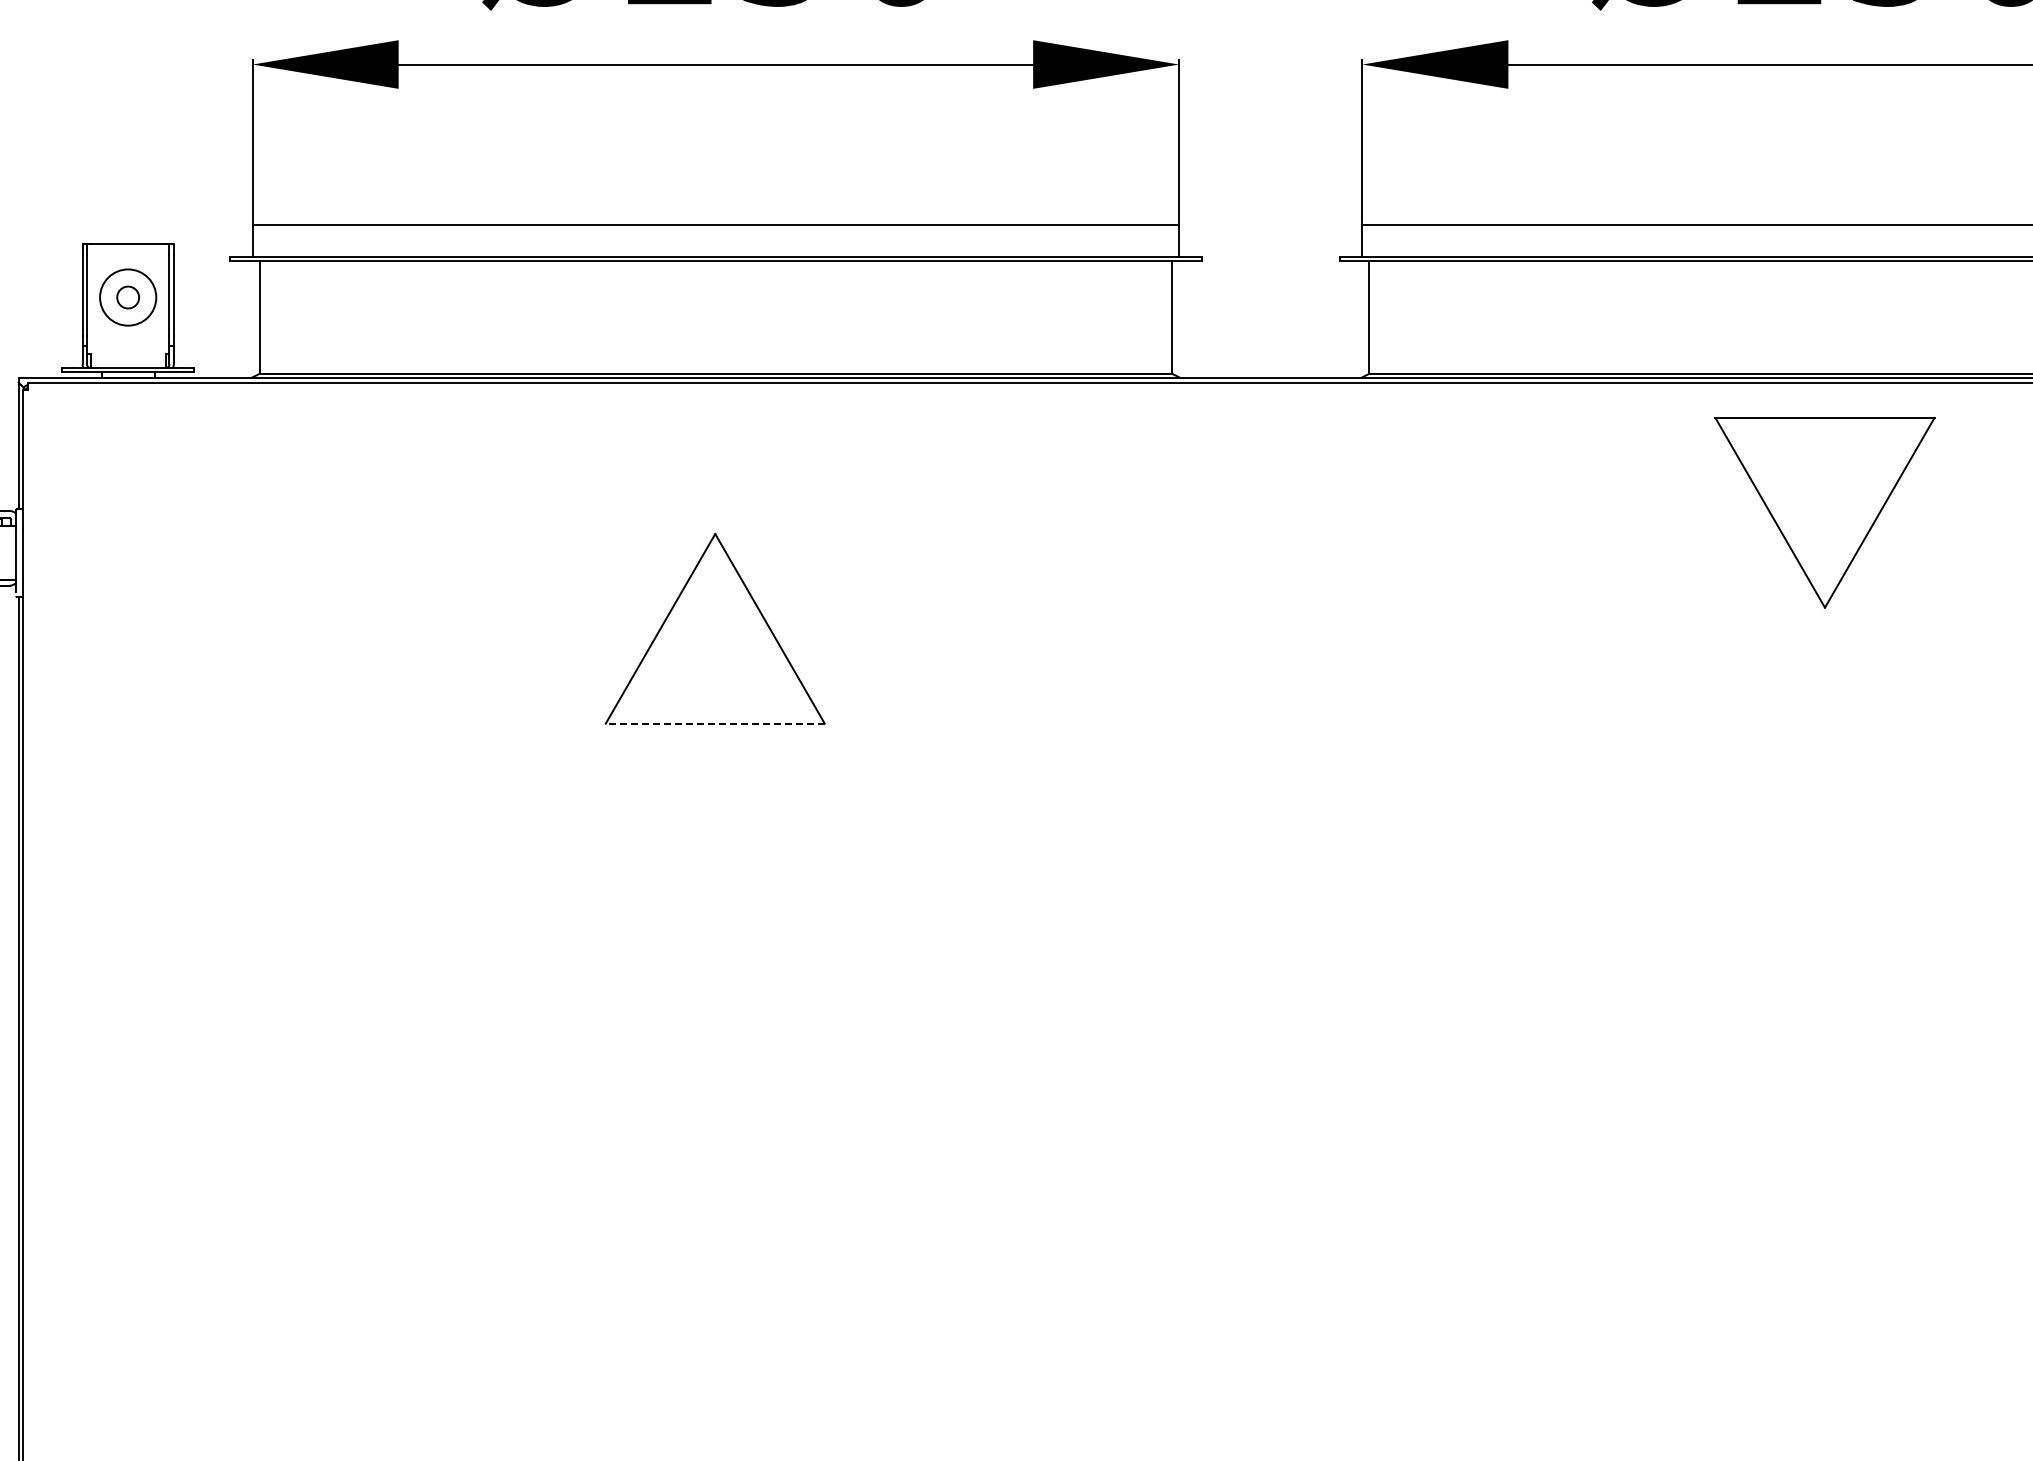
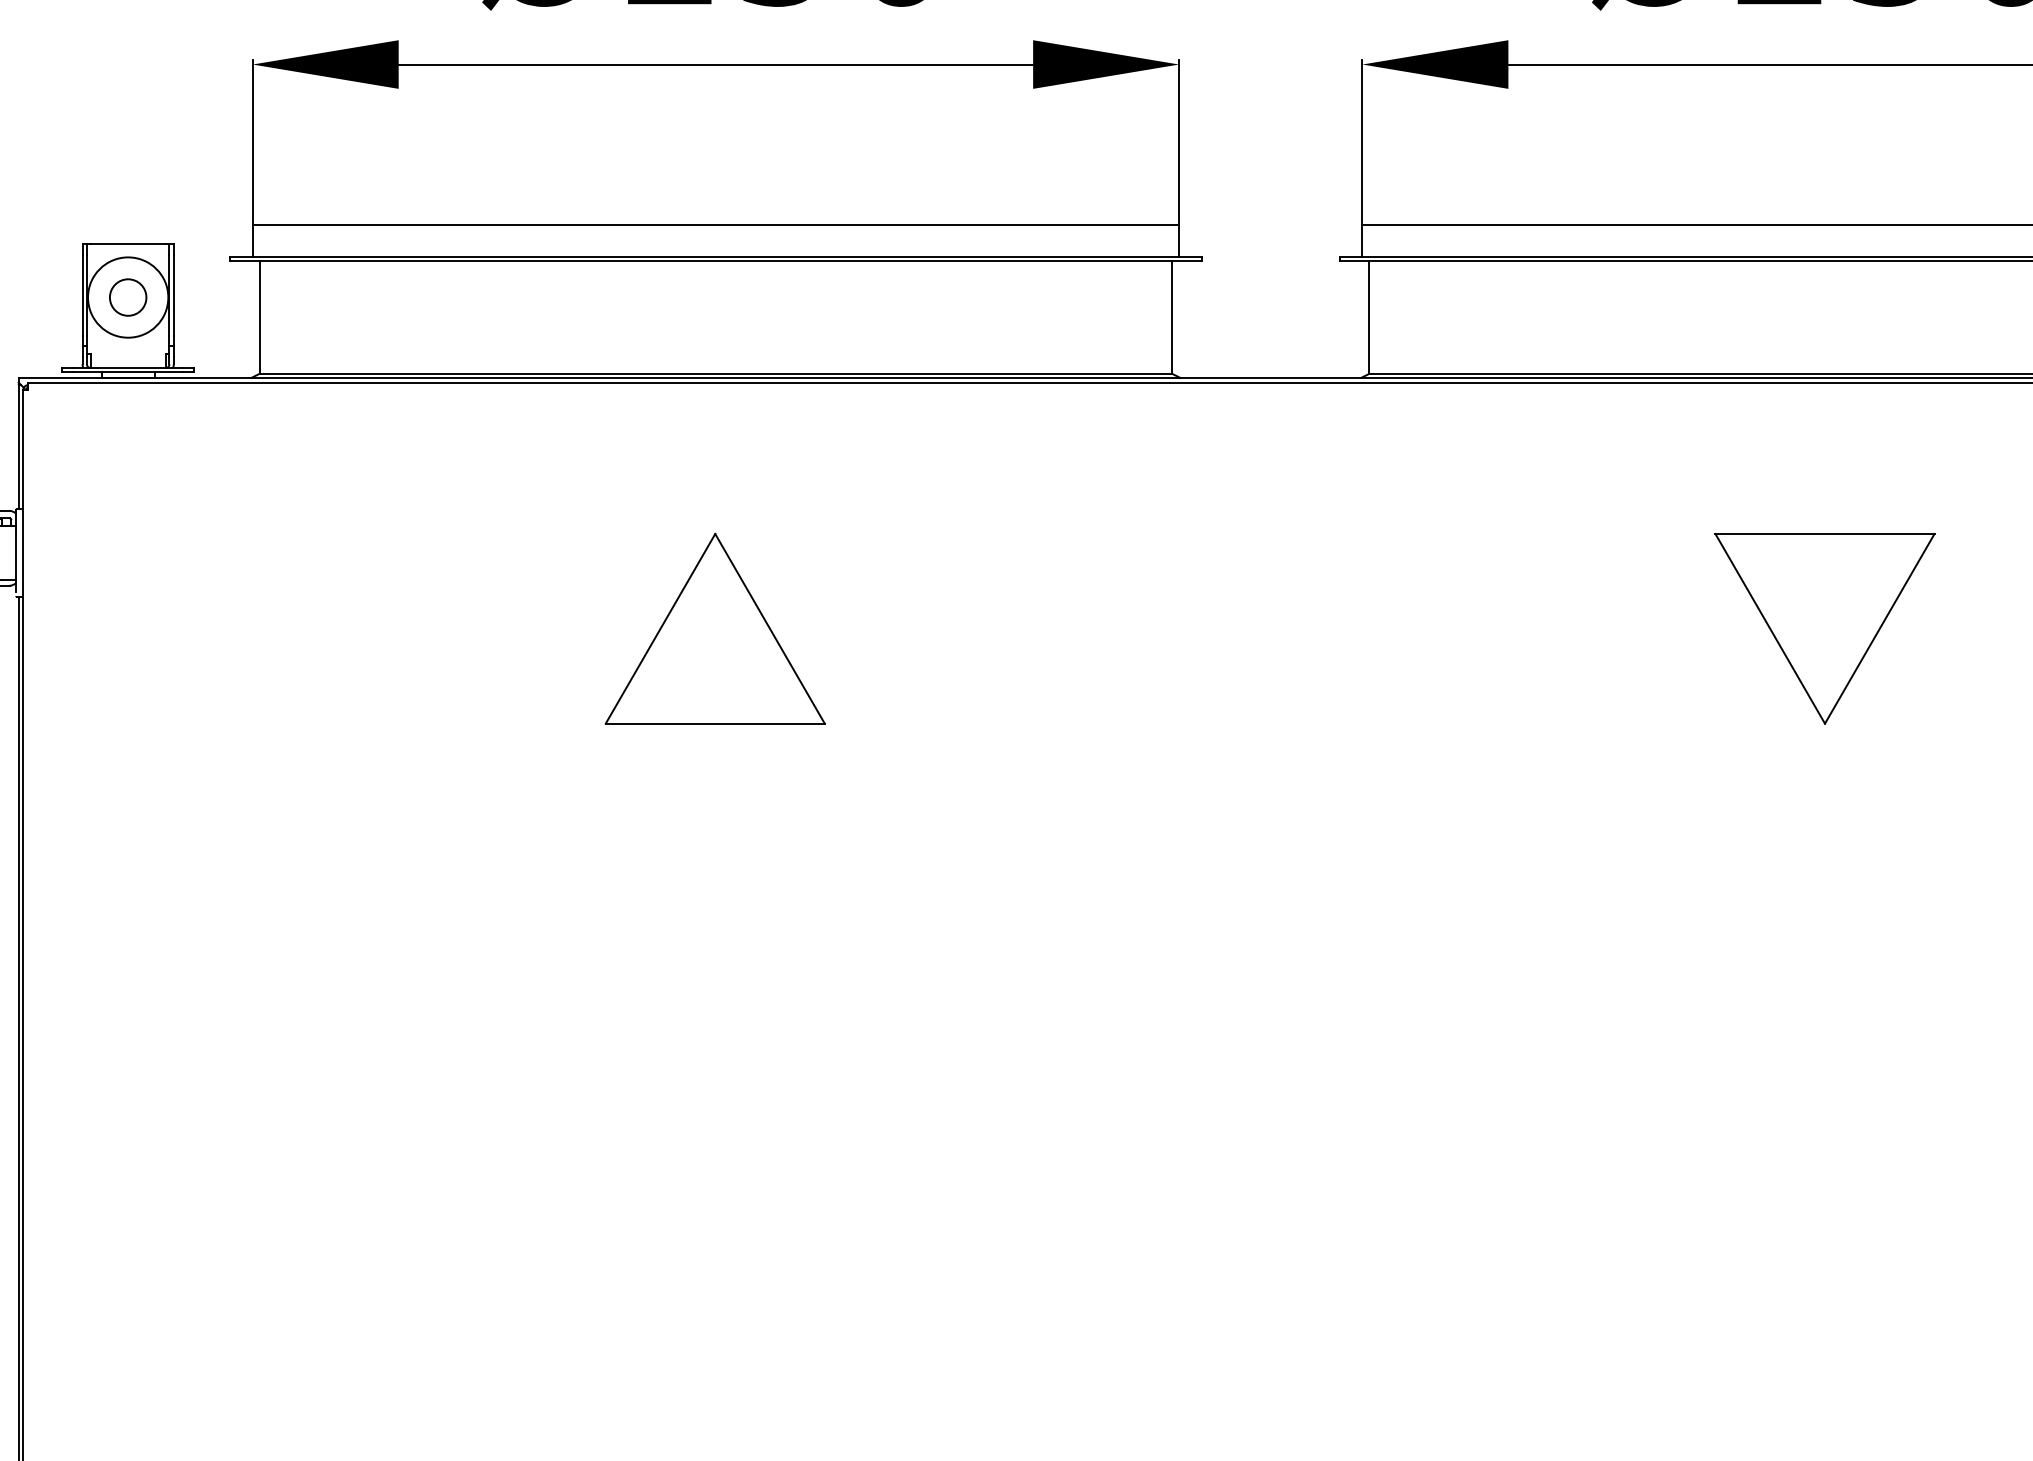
circle at (128, 297) diameter: 22 px -> 37 px
circle at (128, 297) diameter: 56 px -> 80 px
part at (1824, 512) position: (1824, 512) -> (1824, 628)
line at (715, 723): dashed -> solid
